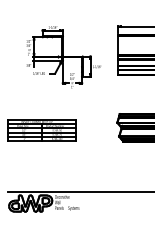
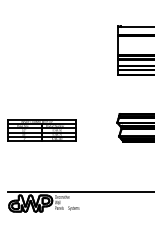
part at (63, 57): present -> none
